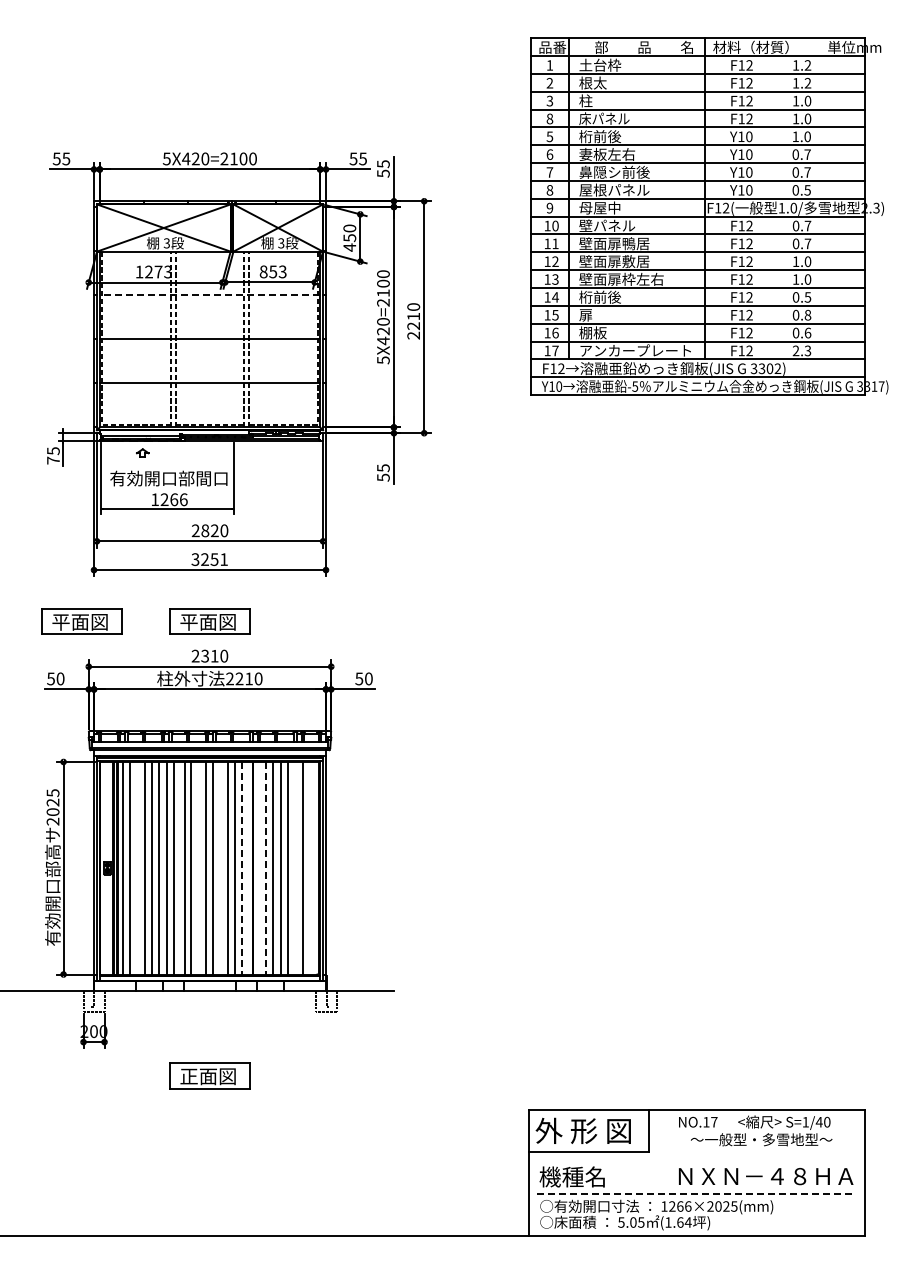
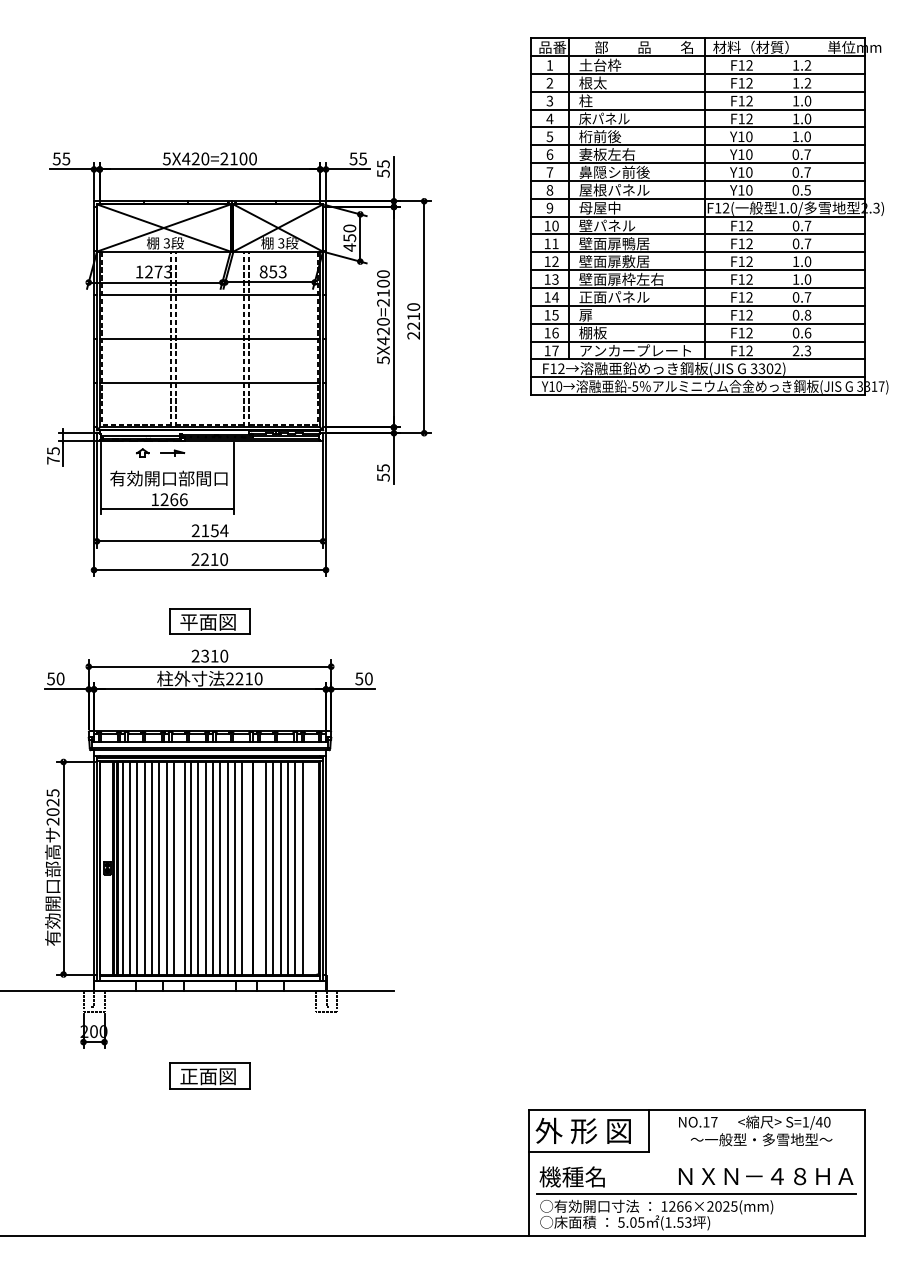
text at (549, 118): 8 -> 4
line at (209, 295): dashed -> solid
text at (614, 296): 桁前後 -> 正面パネル
text at (807, 297): 0.5 -> 0.7
part at (172, 452): none -> present
text at (214, 530): 2820 -> 2154
text at (209, 559): 3251 -> 2210
part at (81, 621): present -> none
line at (198, 867): none -> present
line at (220, 867): none -> present
line at (295, 867): none -> present
line at (137, 868): none -> present
line at (242, 868): dashed -> solid
line at (266, 868): dashed -> solid
line at (696, 1193): dashed -> solid
text at (684, 1222): (1.64 -> (1.53
